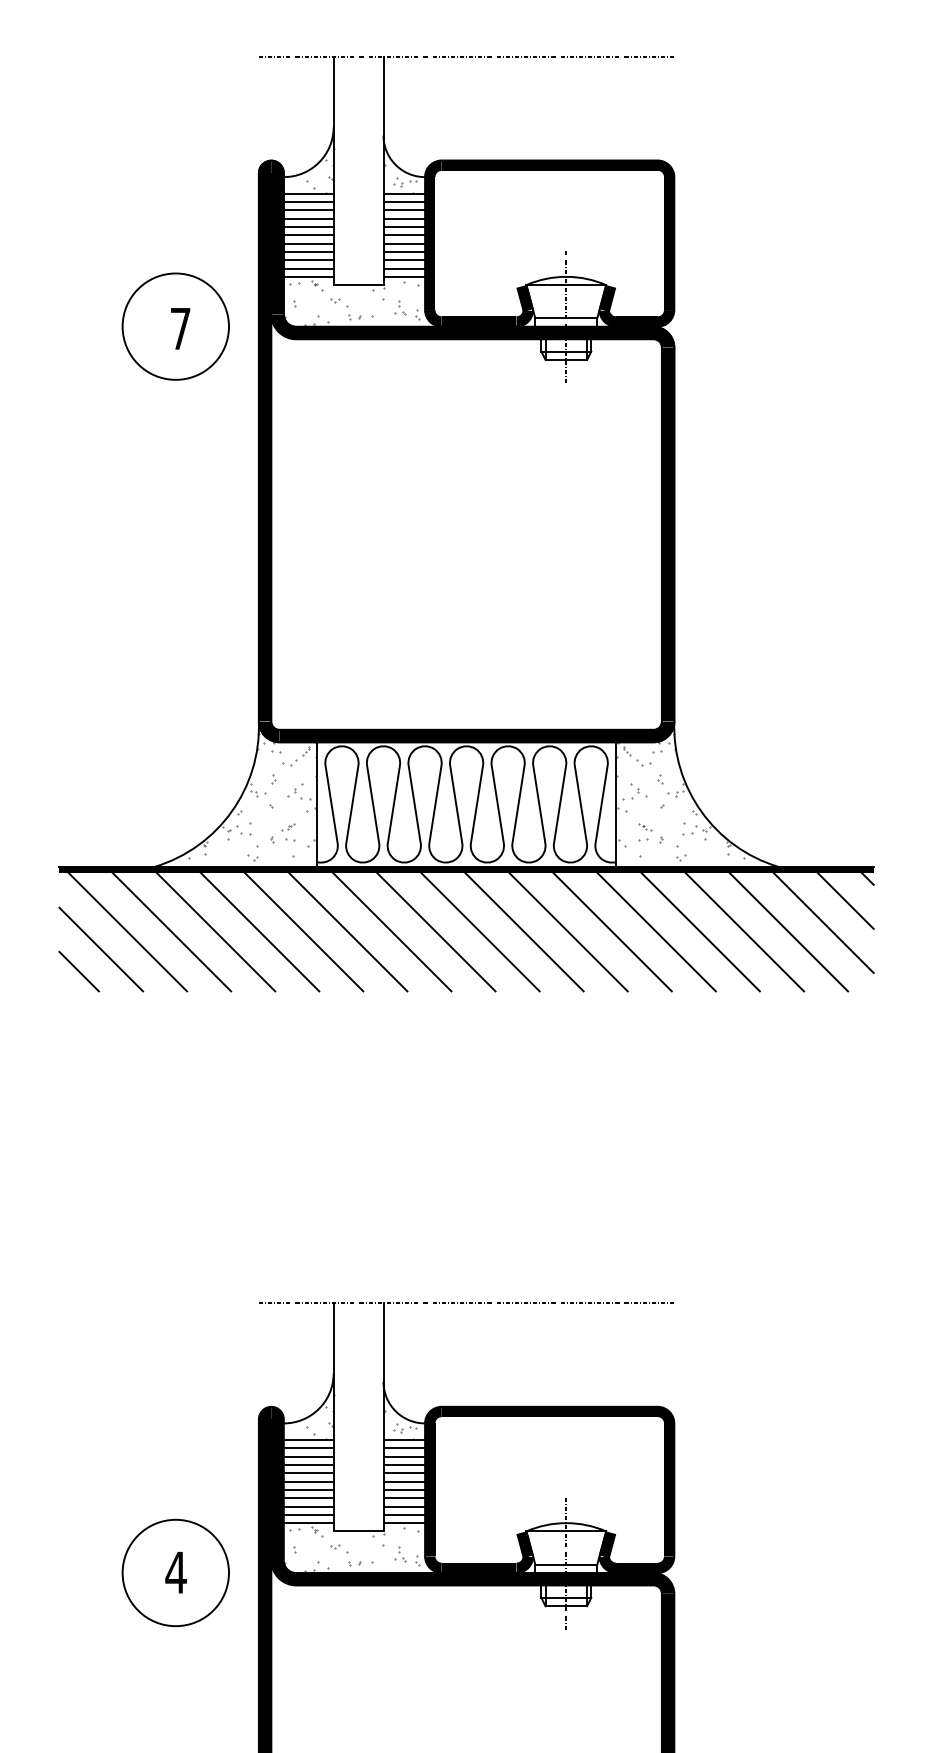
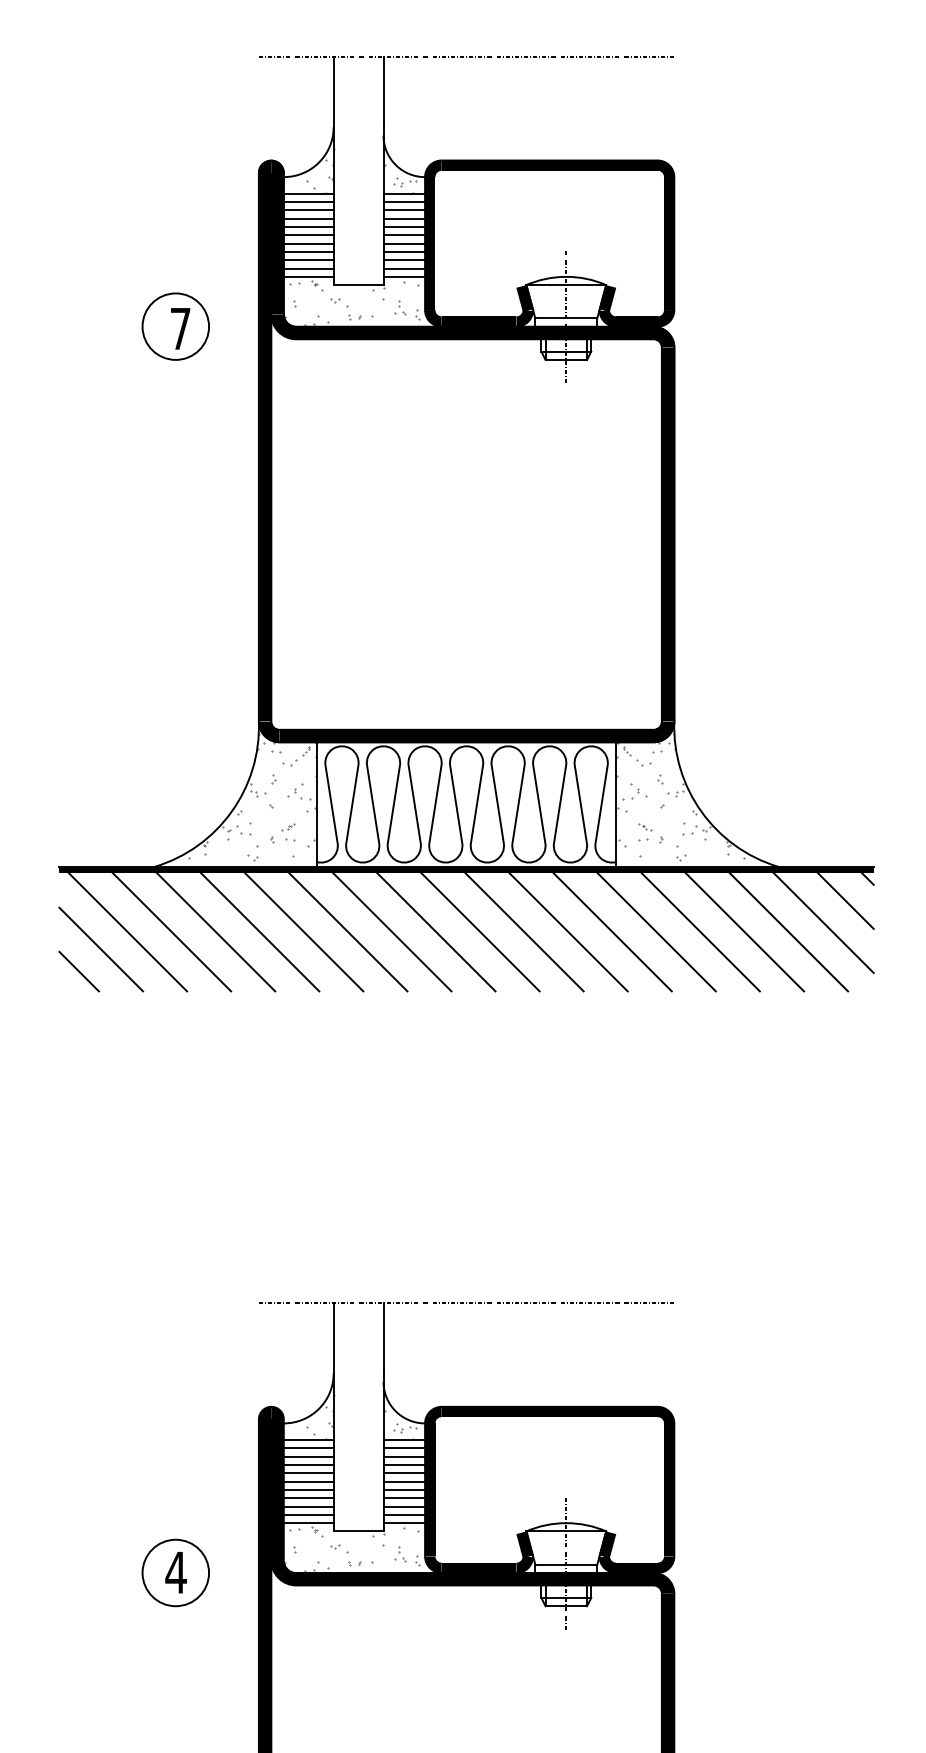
circle at (175, 326) diameter: 106 px -> 66 px
circle at (175, 1572) diameter: 106 px -> 66 px
